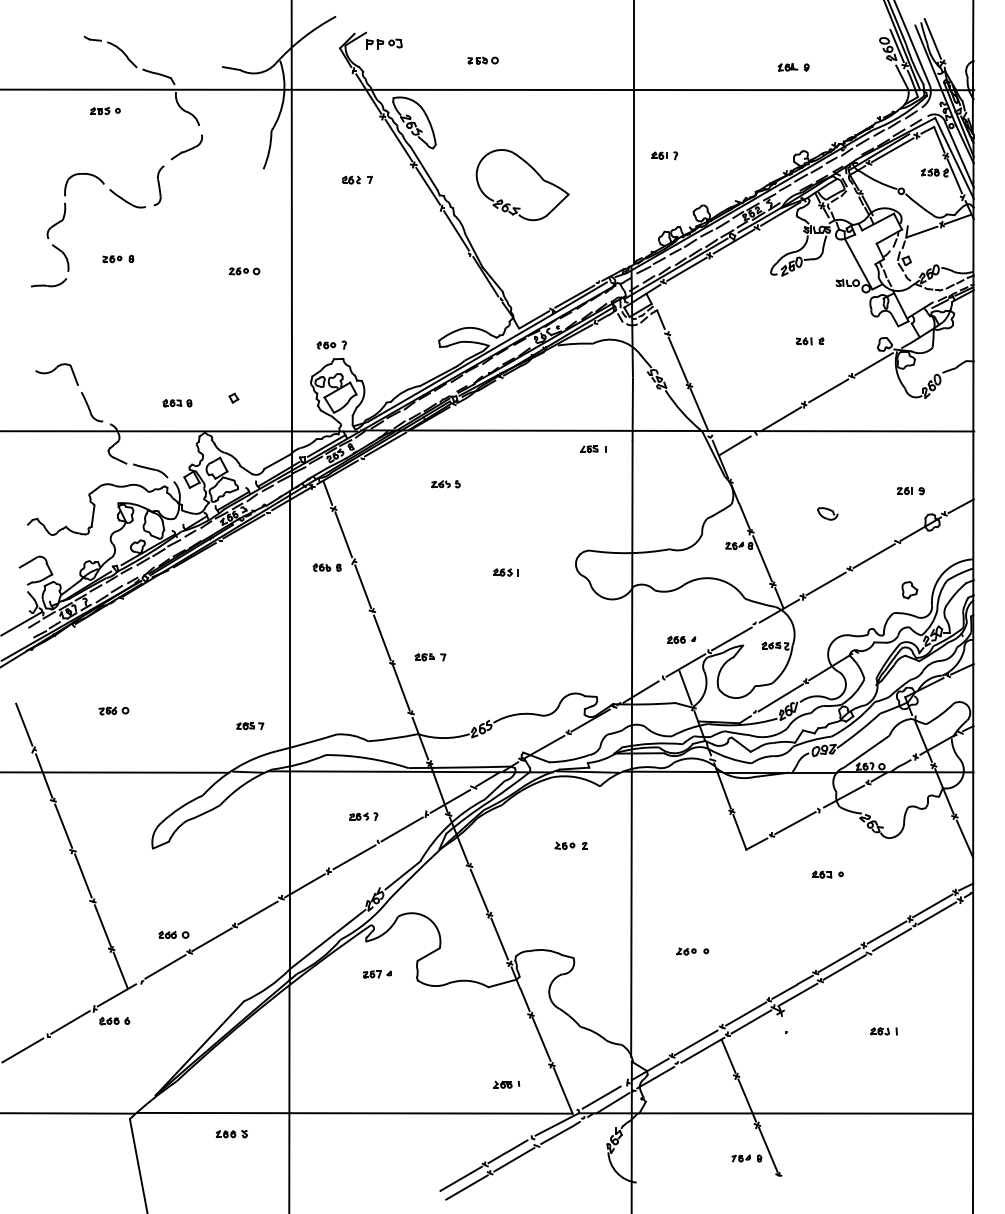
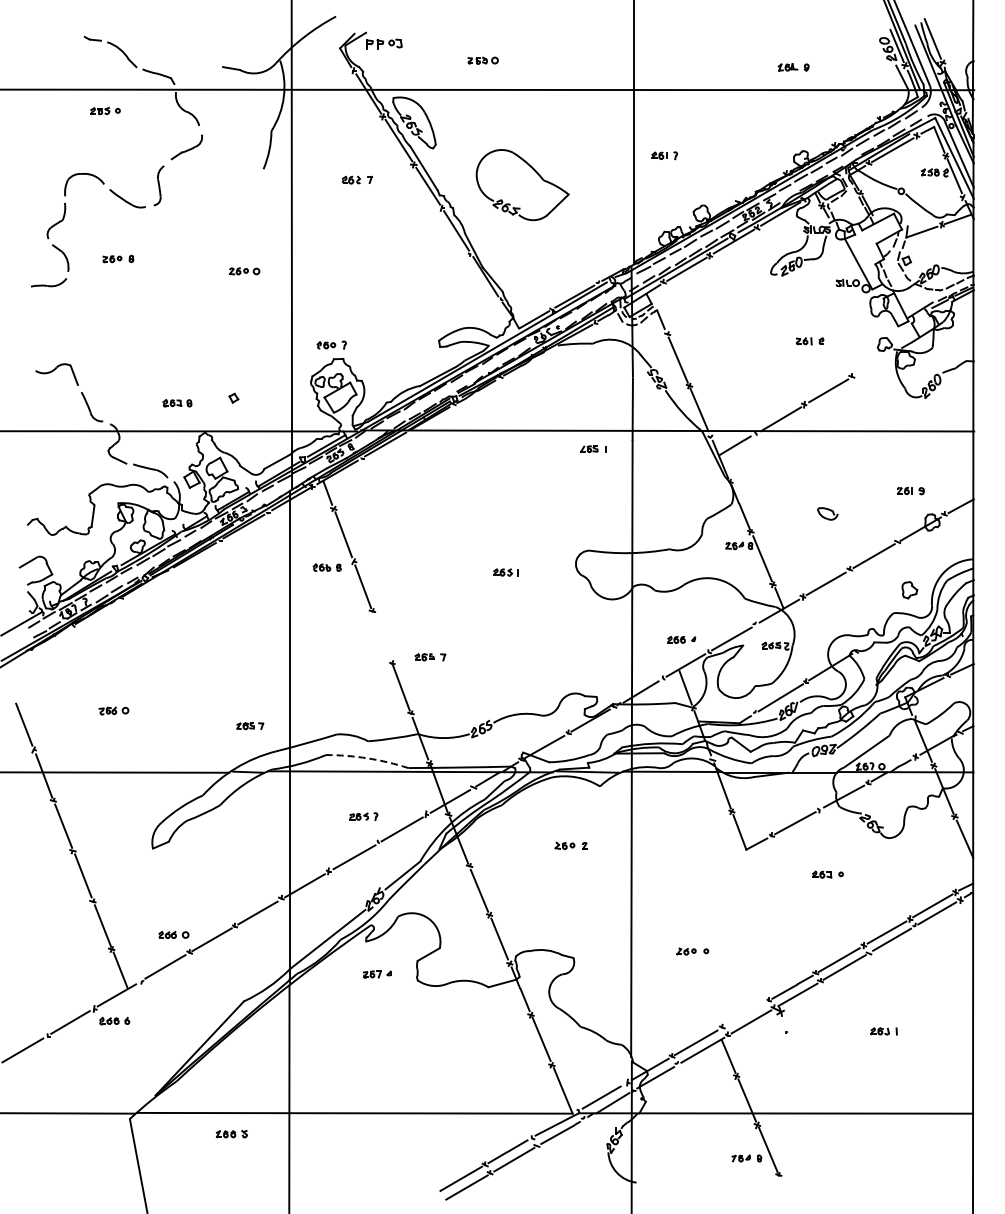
line at (873, 364): present -> none
part at (445, 484): present -> none
line at (382, 637): present -> none
arc at (367, 758): solid -> dashed
line at (746, 1013): present -> none
part at (506, 1084): present -> none
